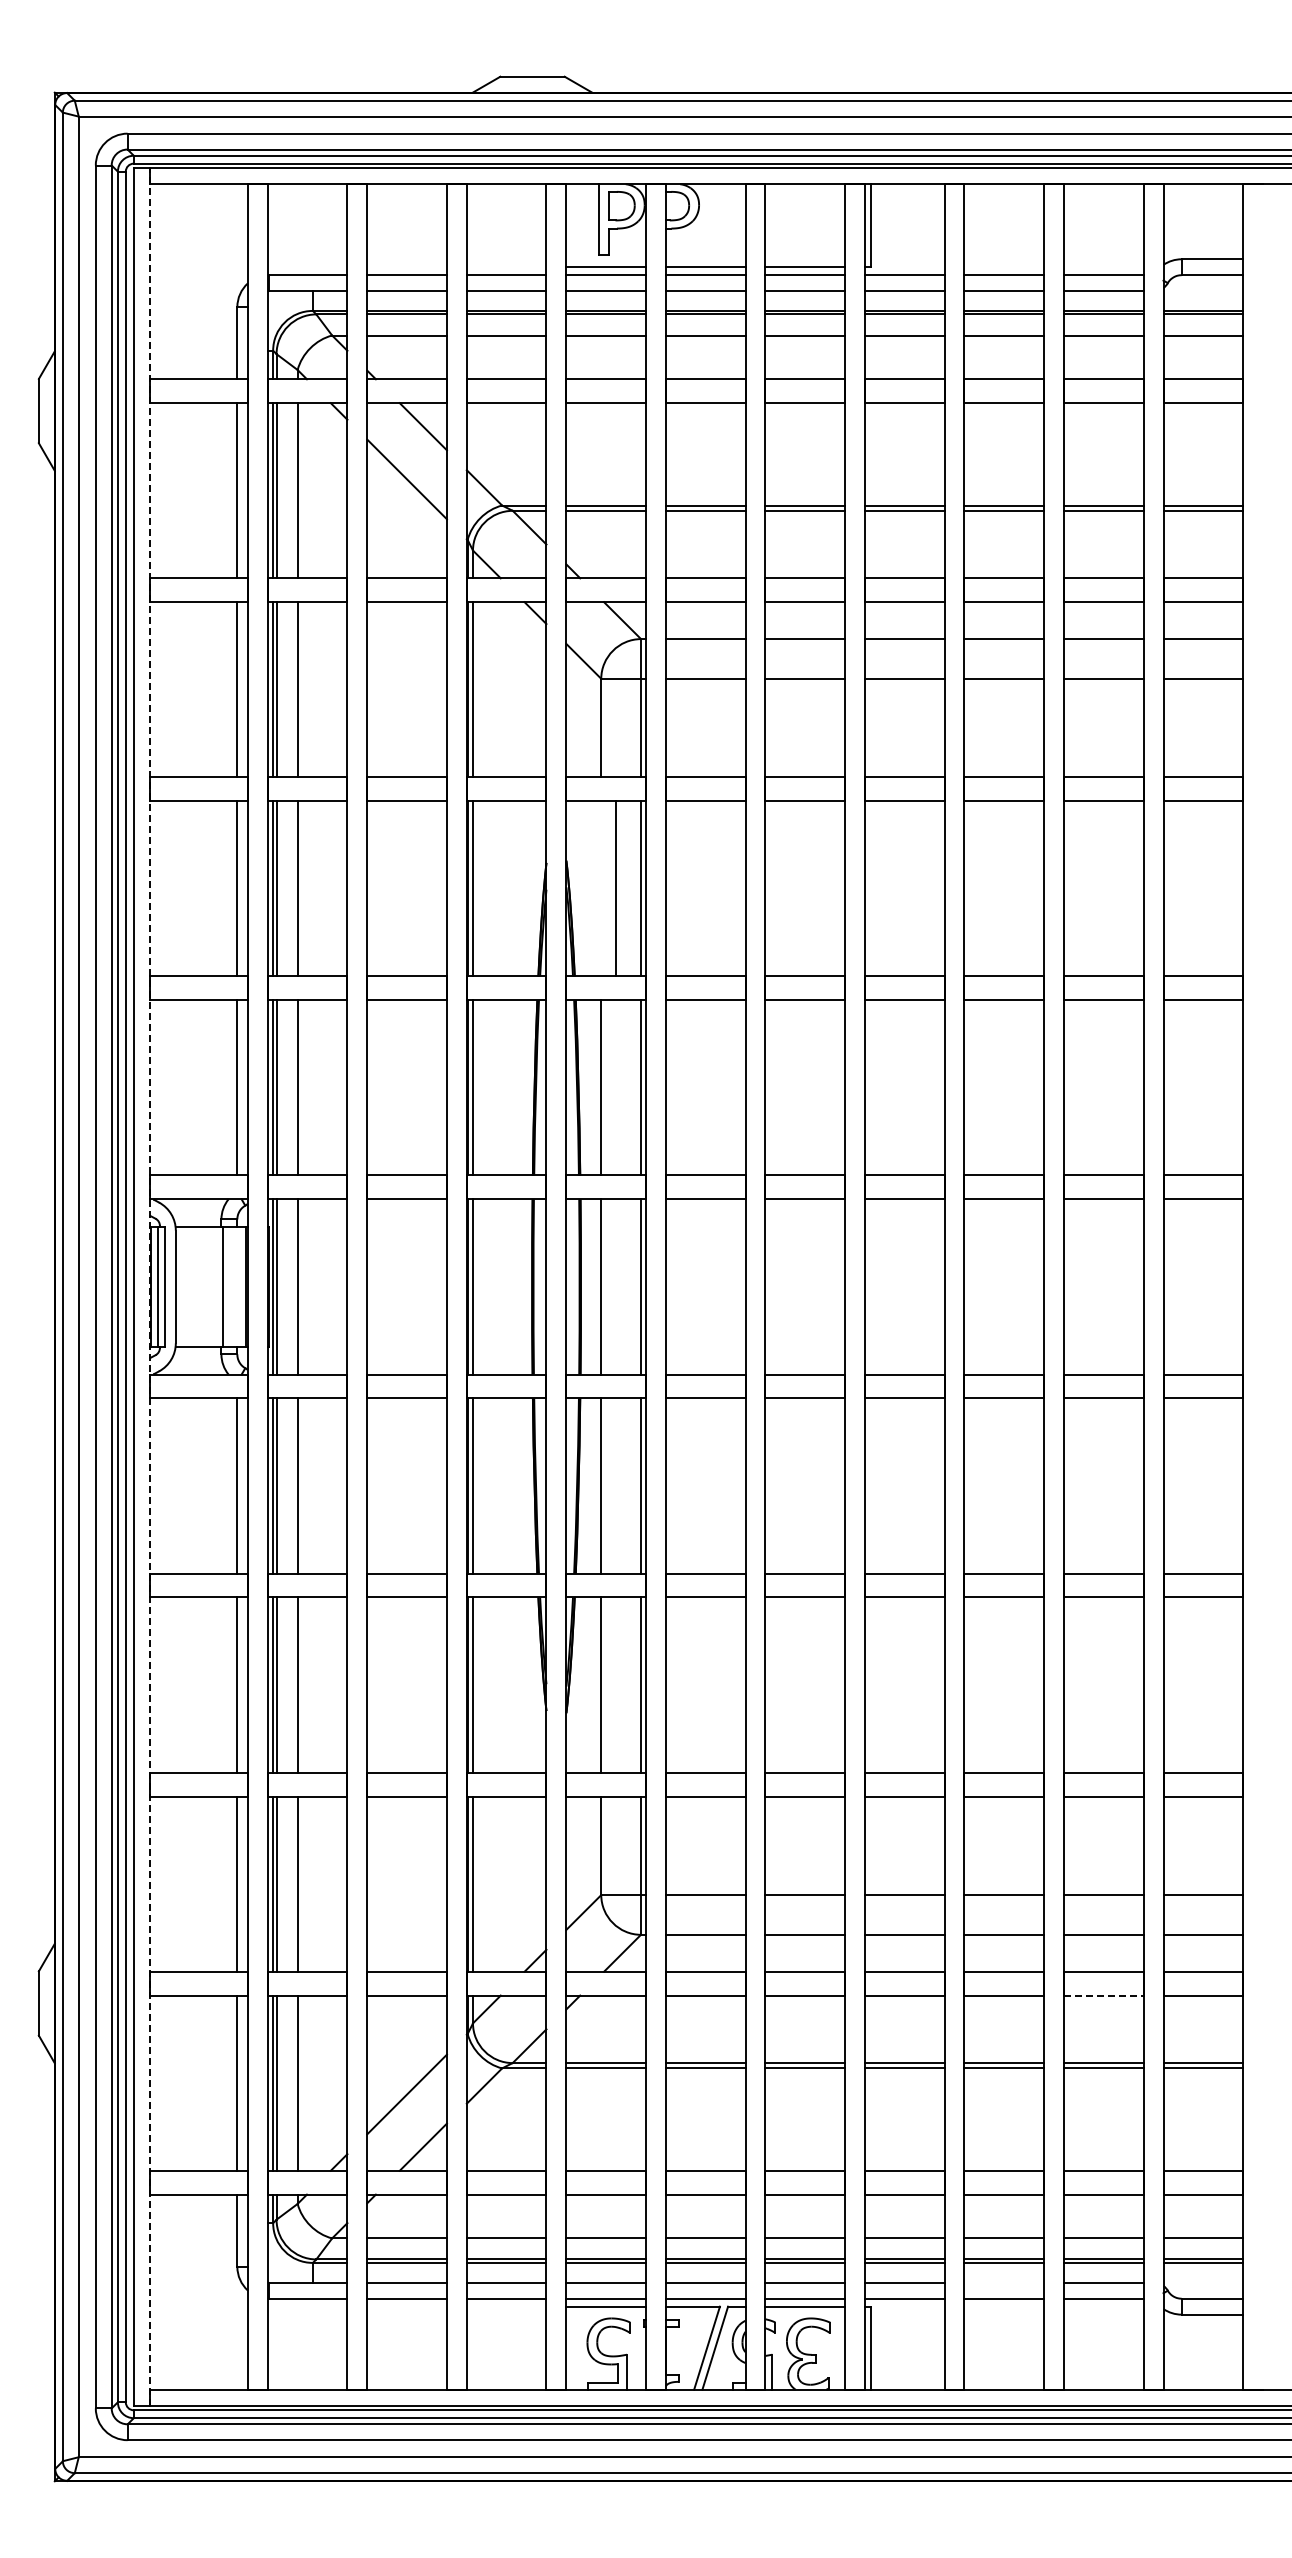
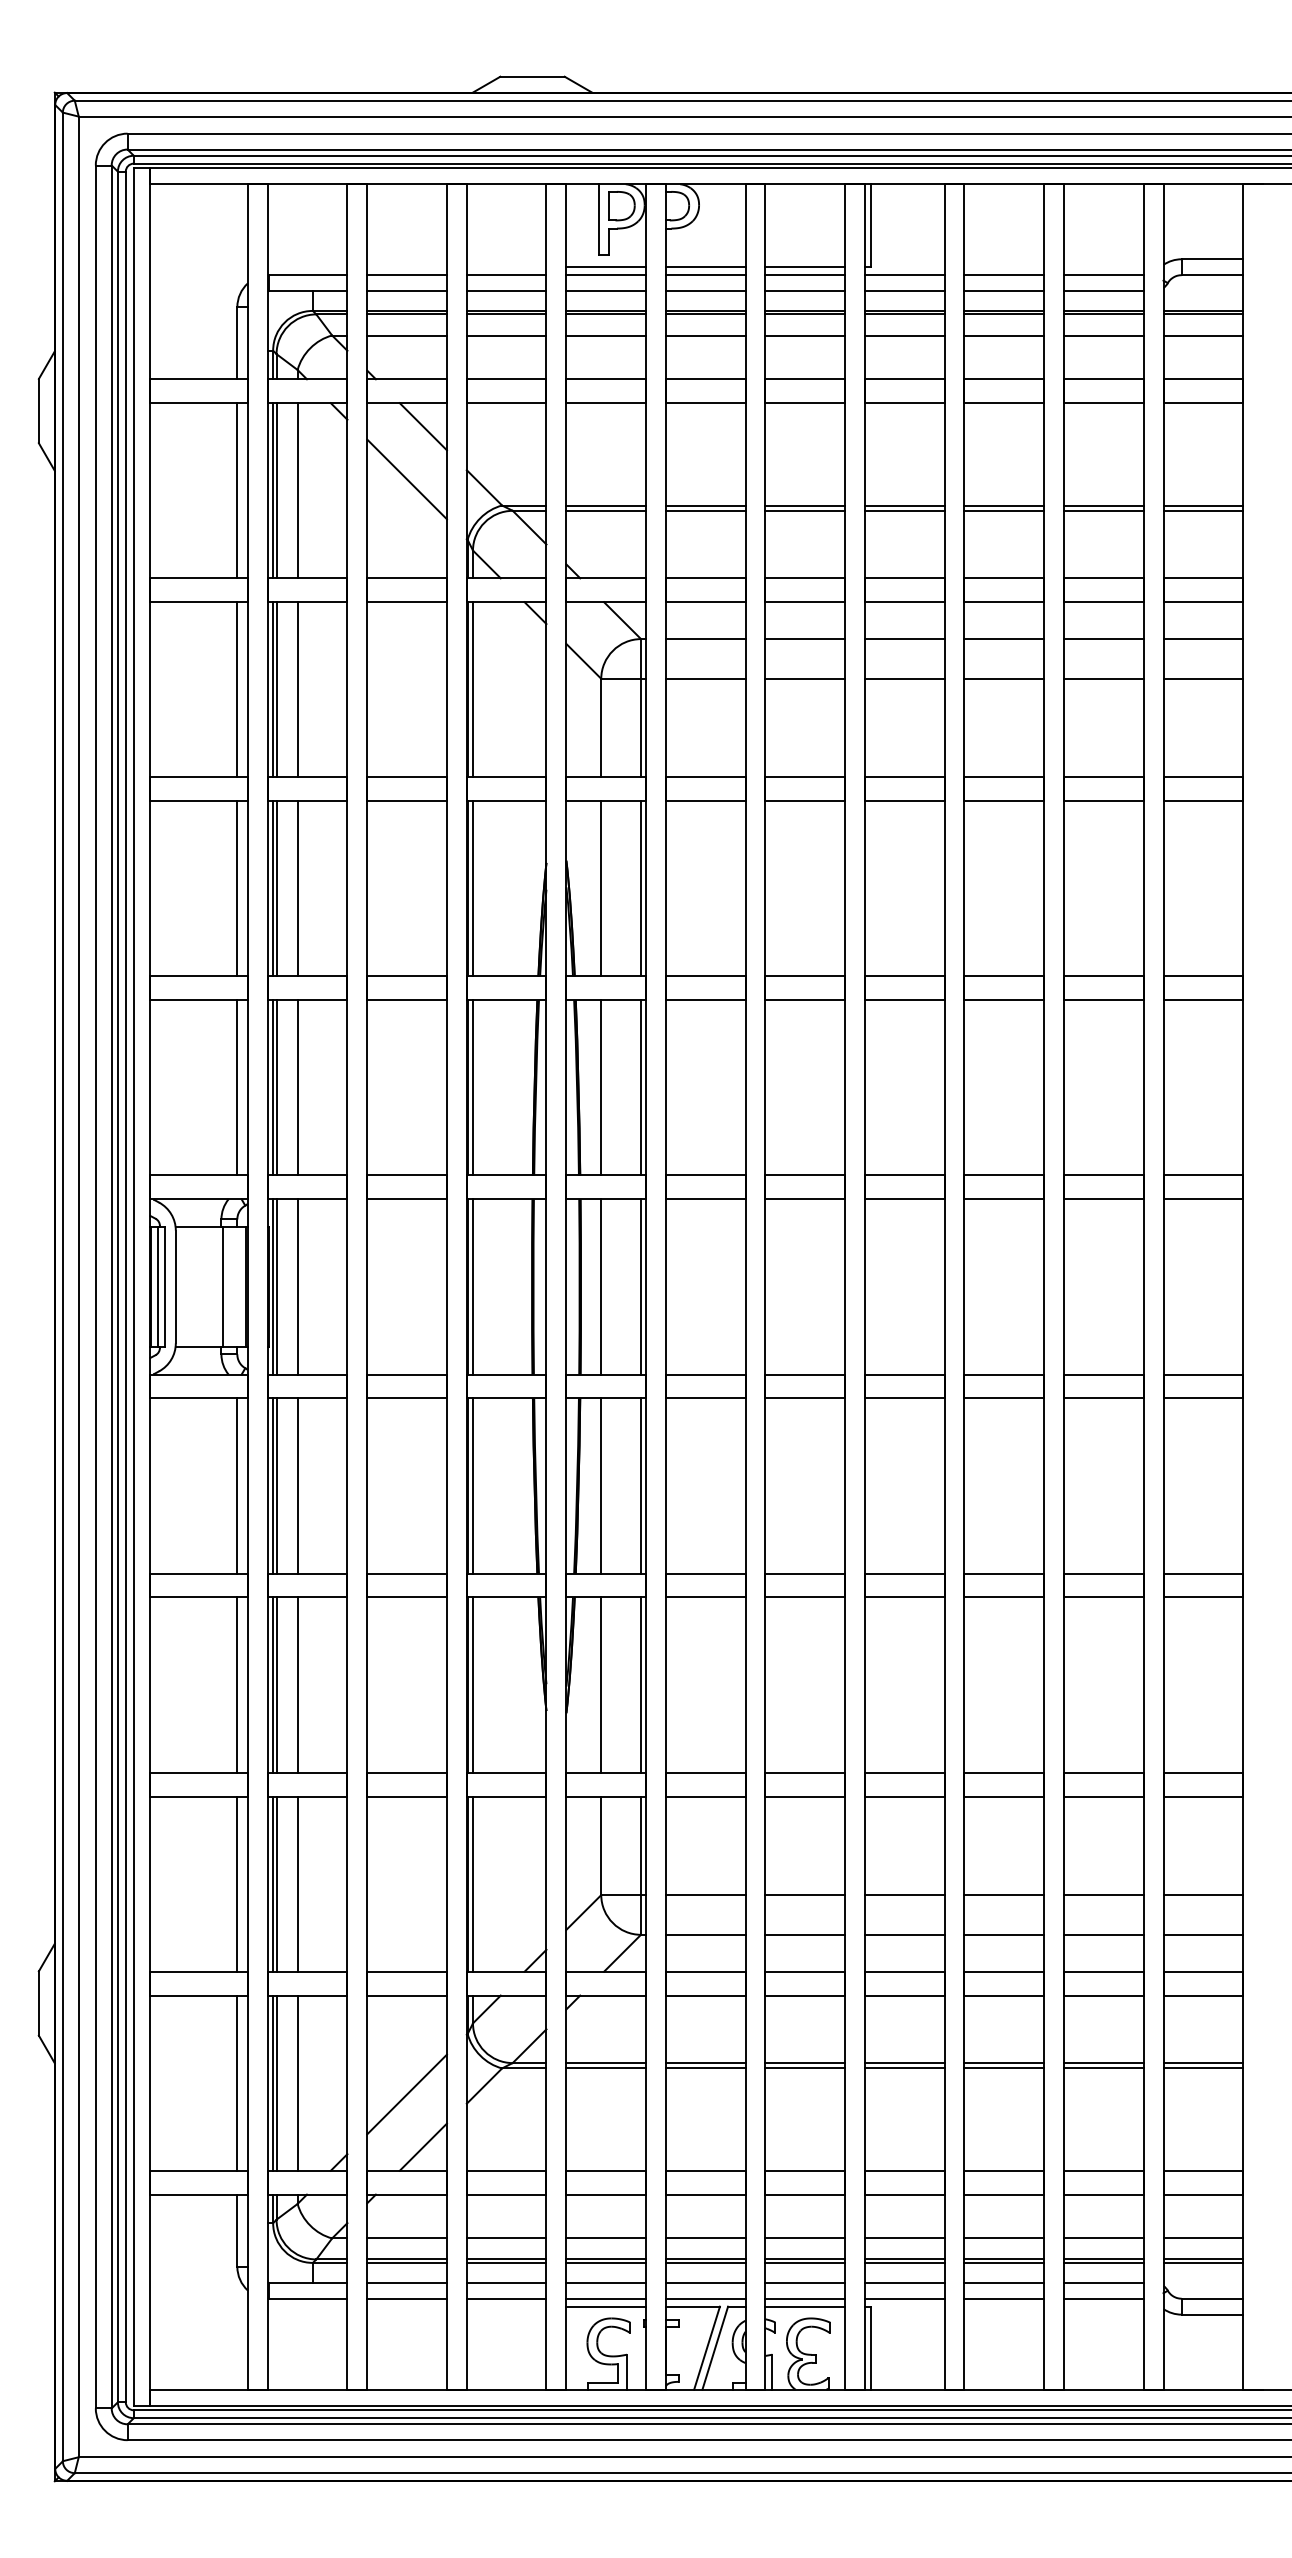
line at (616, 888) position: (616, 888) -> (601, 888)
line at (150, 1286): dashed -> solid
line at (1103, 1995): dashed -> solid
line at (1004, 2282): none -> present
